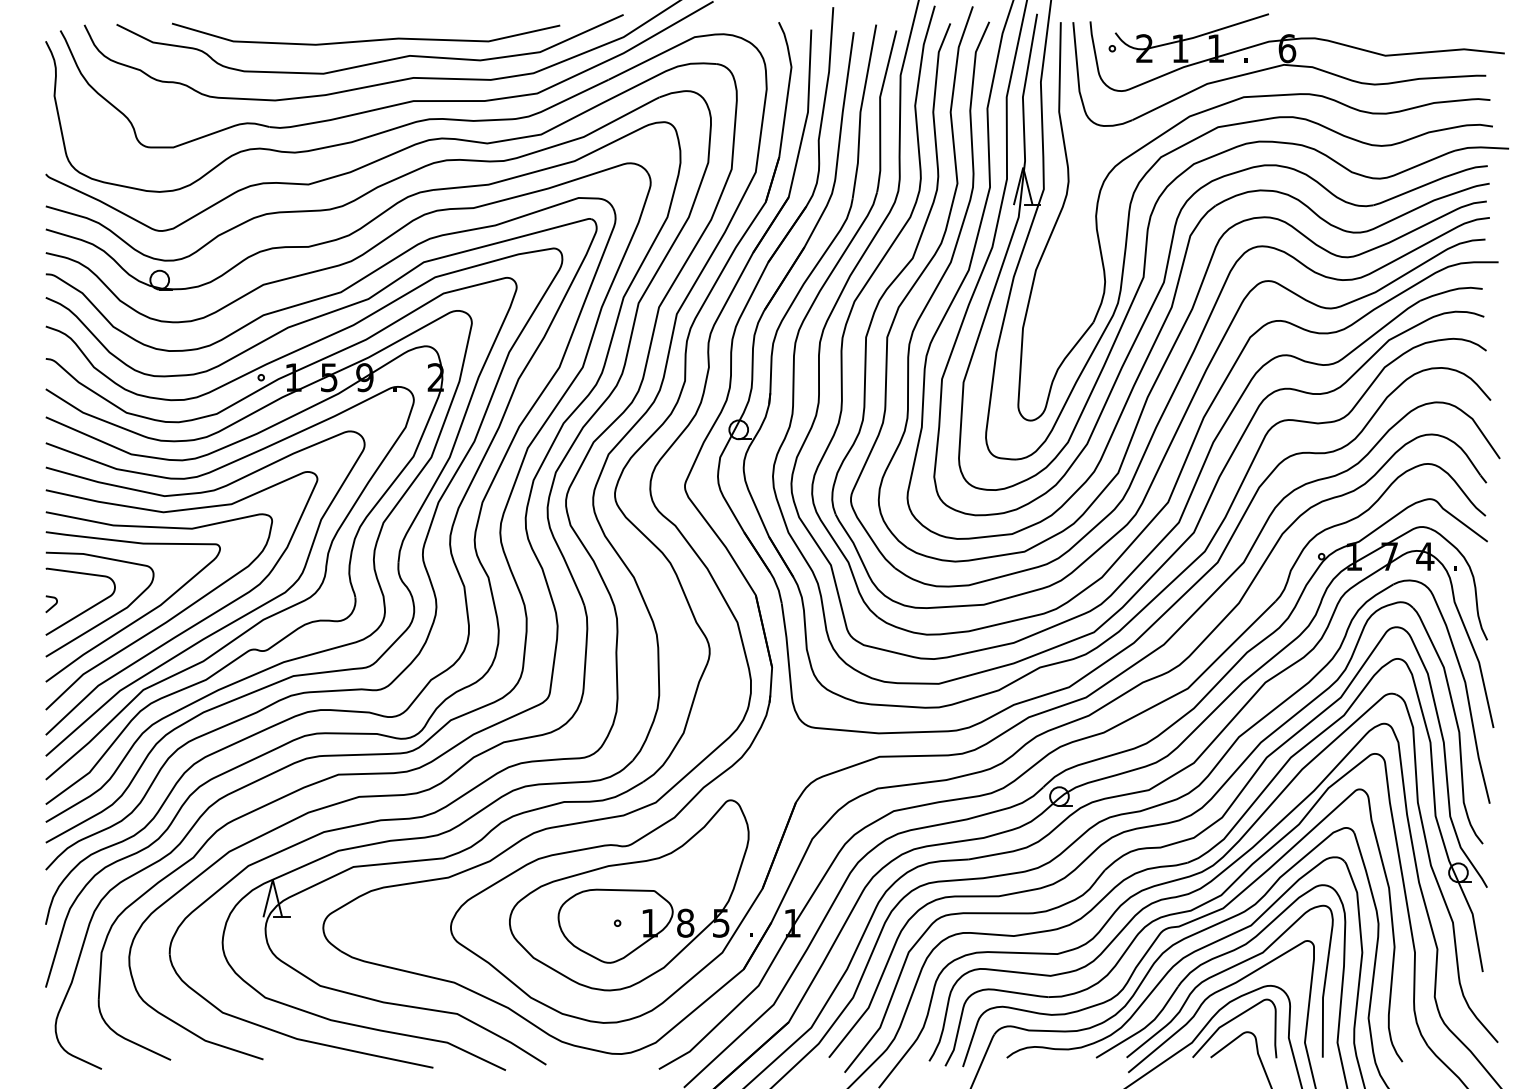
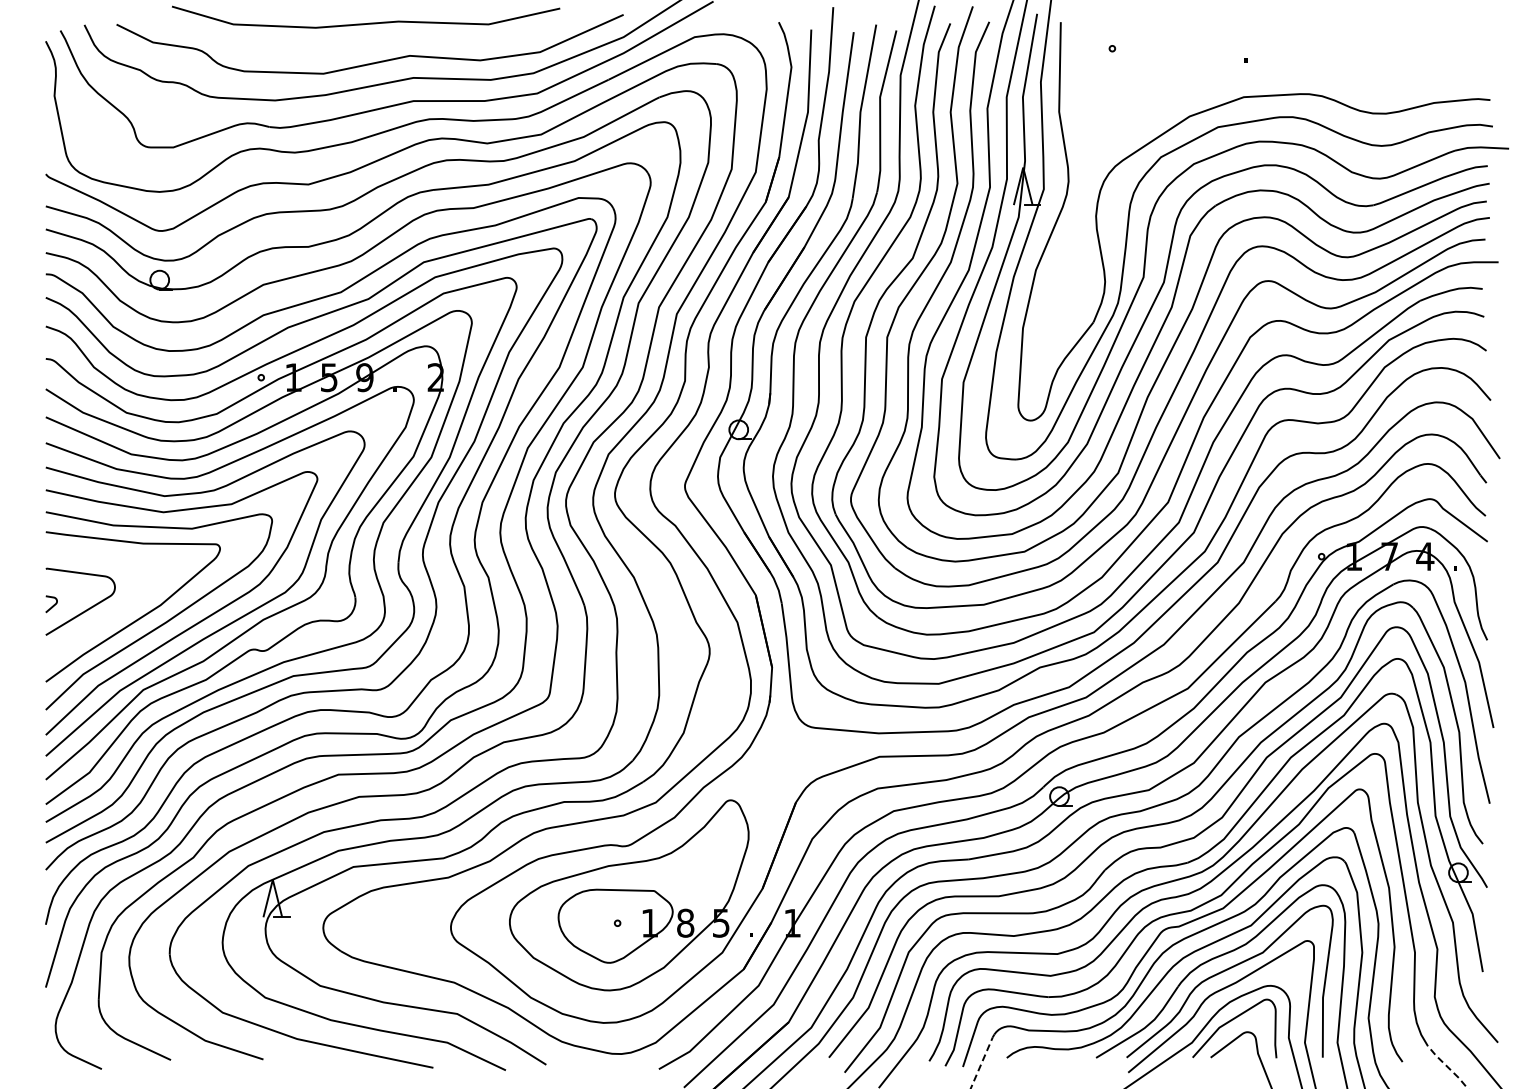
curve at (368, 39) position: (368, 39) -> (368, 22)
part at (1288, 69): present -> none
curve at (108, 617): present -> none
line at (982, 1060): solid -> dashed
line at (1447, 1066): solid -> dashed
